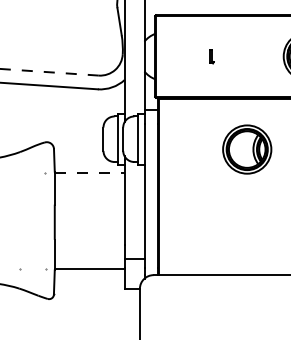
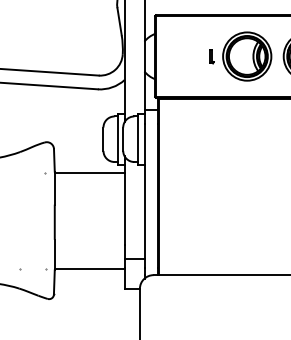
line at (49, 72): dashed -> solid
part at (247, 149) position: (247, 149) -> (247, 56)
line at (89, 172): dashed -> solid
